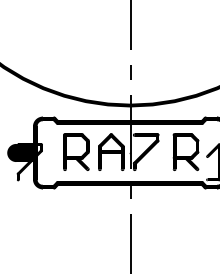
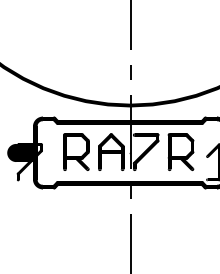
part at (185, 151) position: (185, 151) -> (180, 151)
